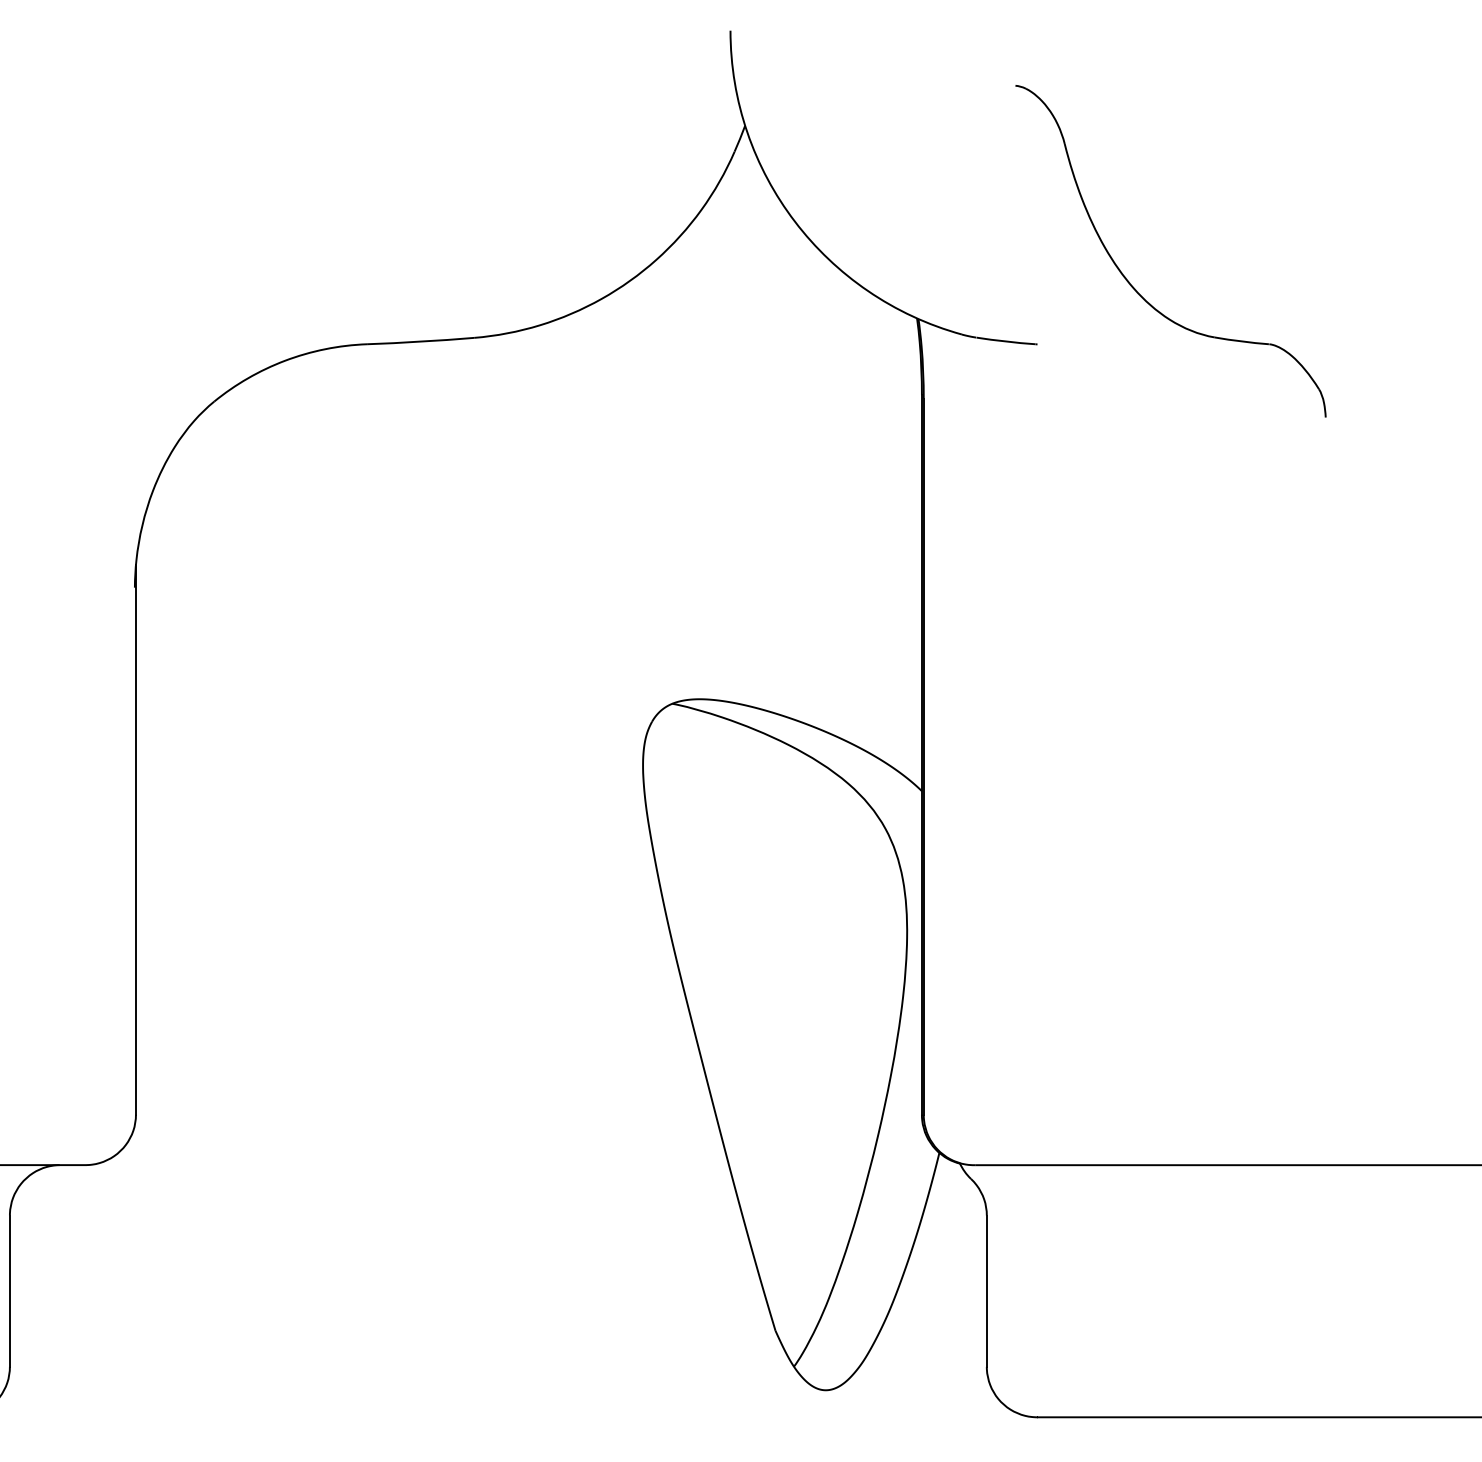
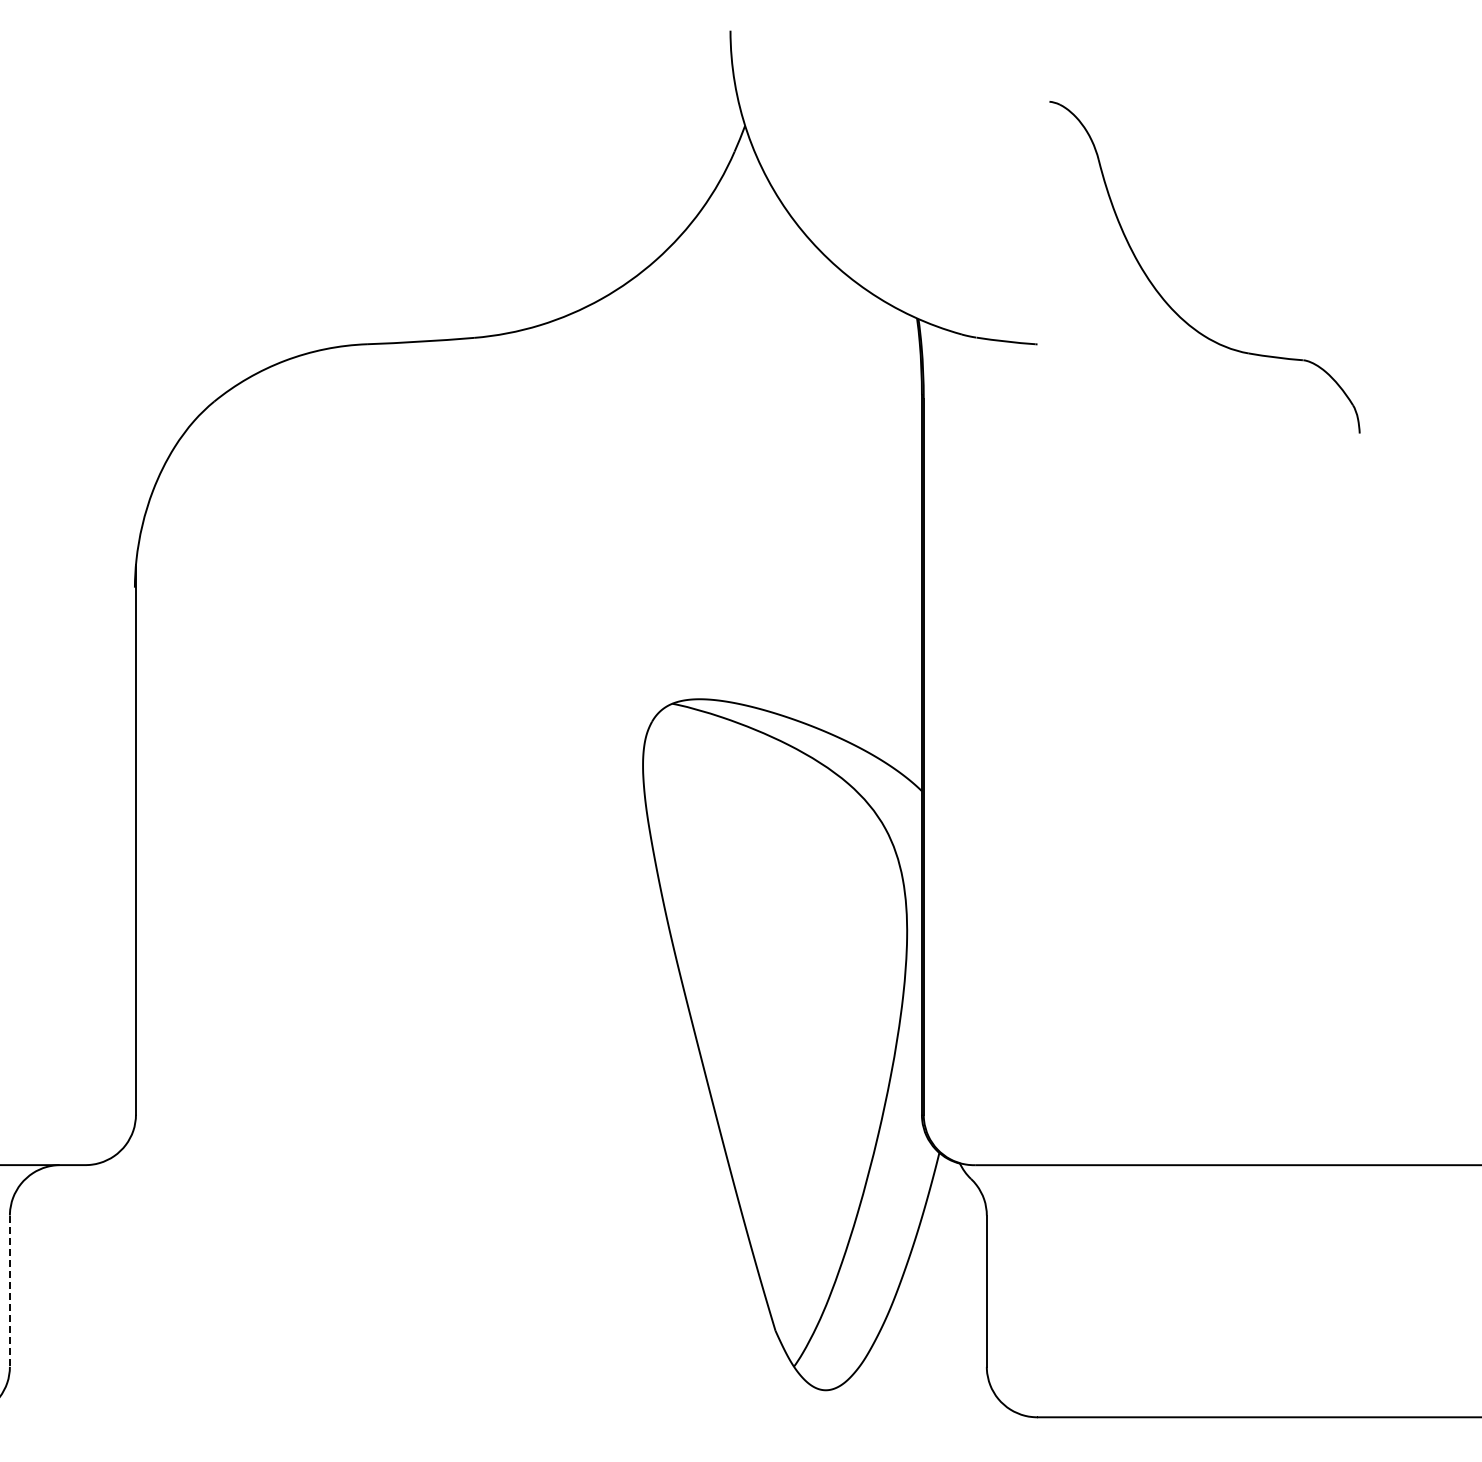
part at (1129, 281) position: (1129, 281) -> (1163, 297)
line at (9, 1291): solid -> dashed
